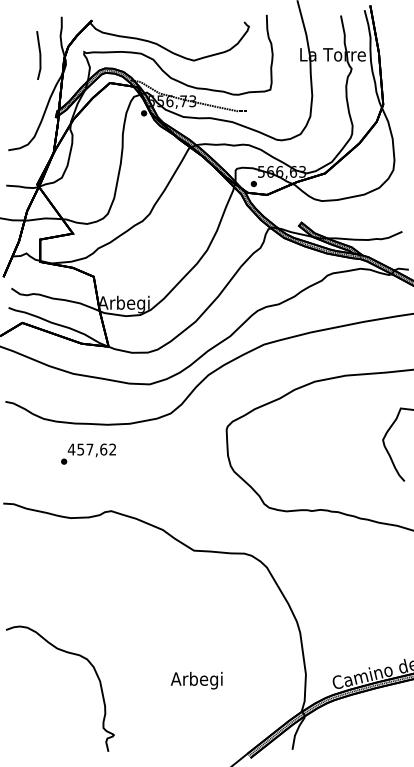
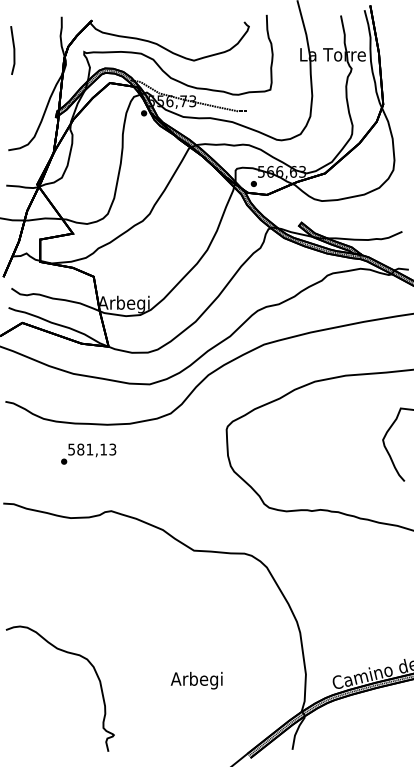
part at (38, 55) position: (38, 55) -> (12, 50)
text at (91, 449): 457,62 -> 581,13
